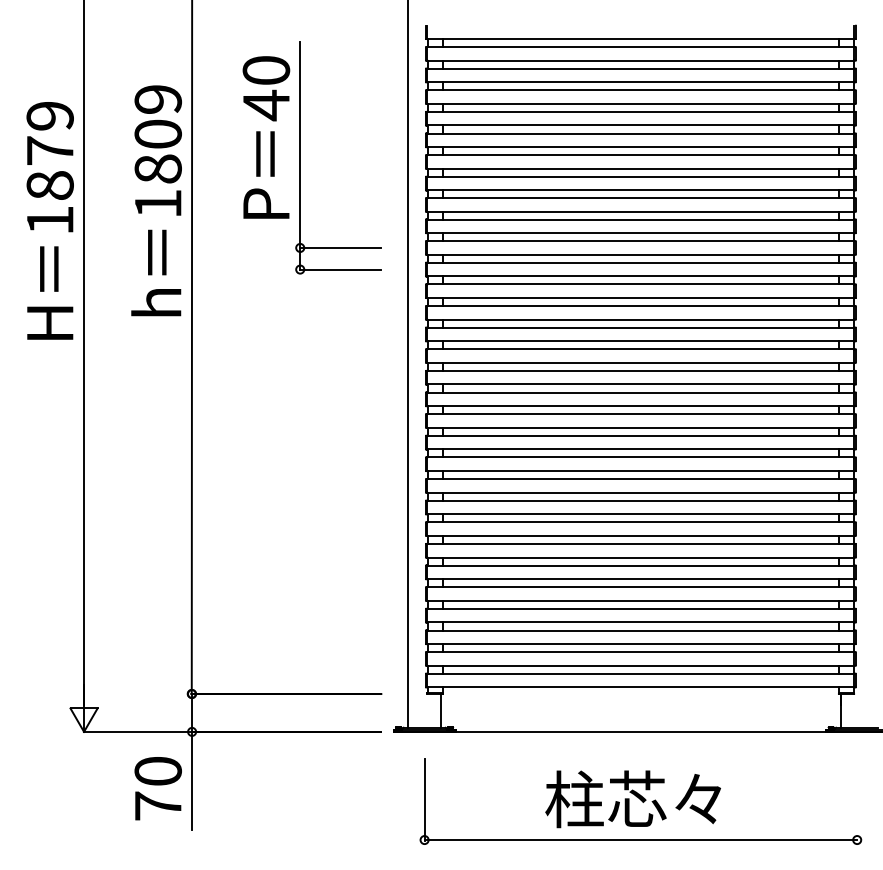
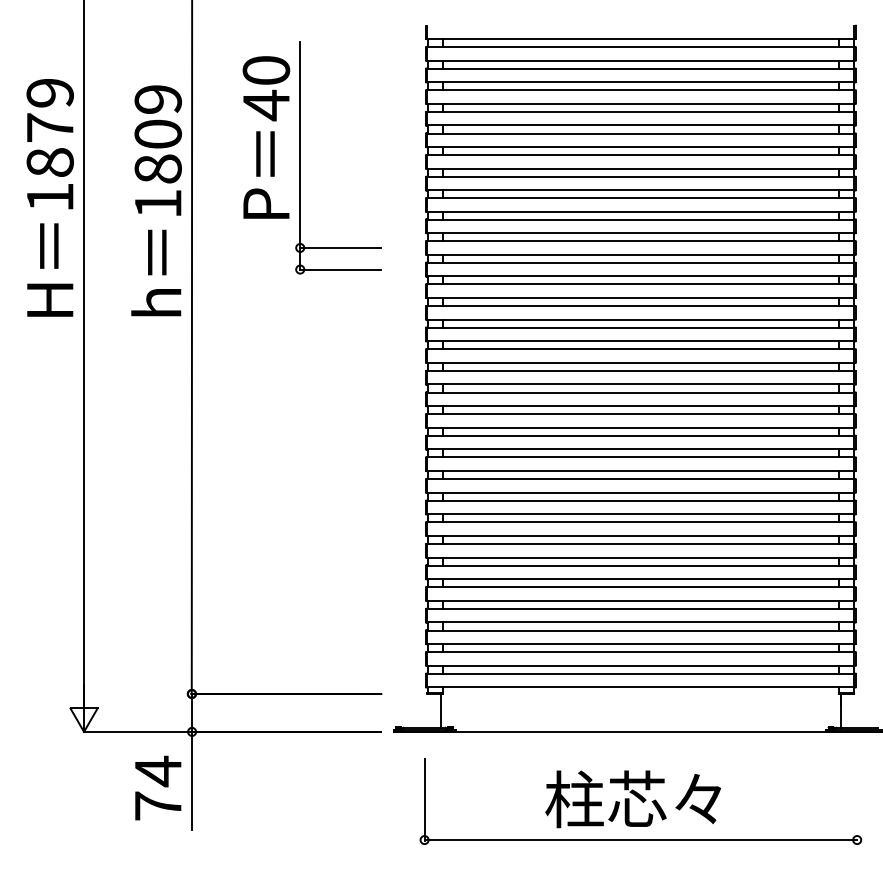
text at (49, 220) position: (49, 220) -> (49, 197)
line at (408, 364): present -> none
text at (157, 771): 70 -> 74
